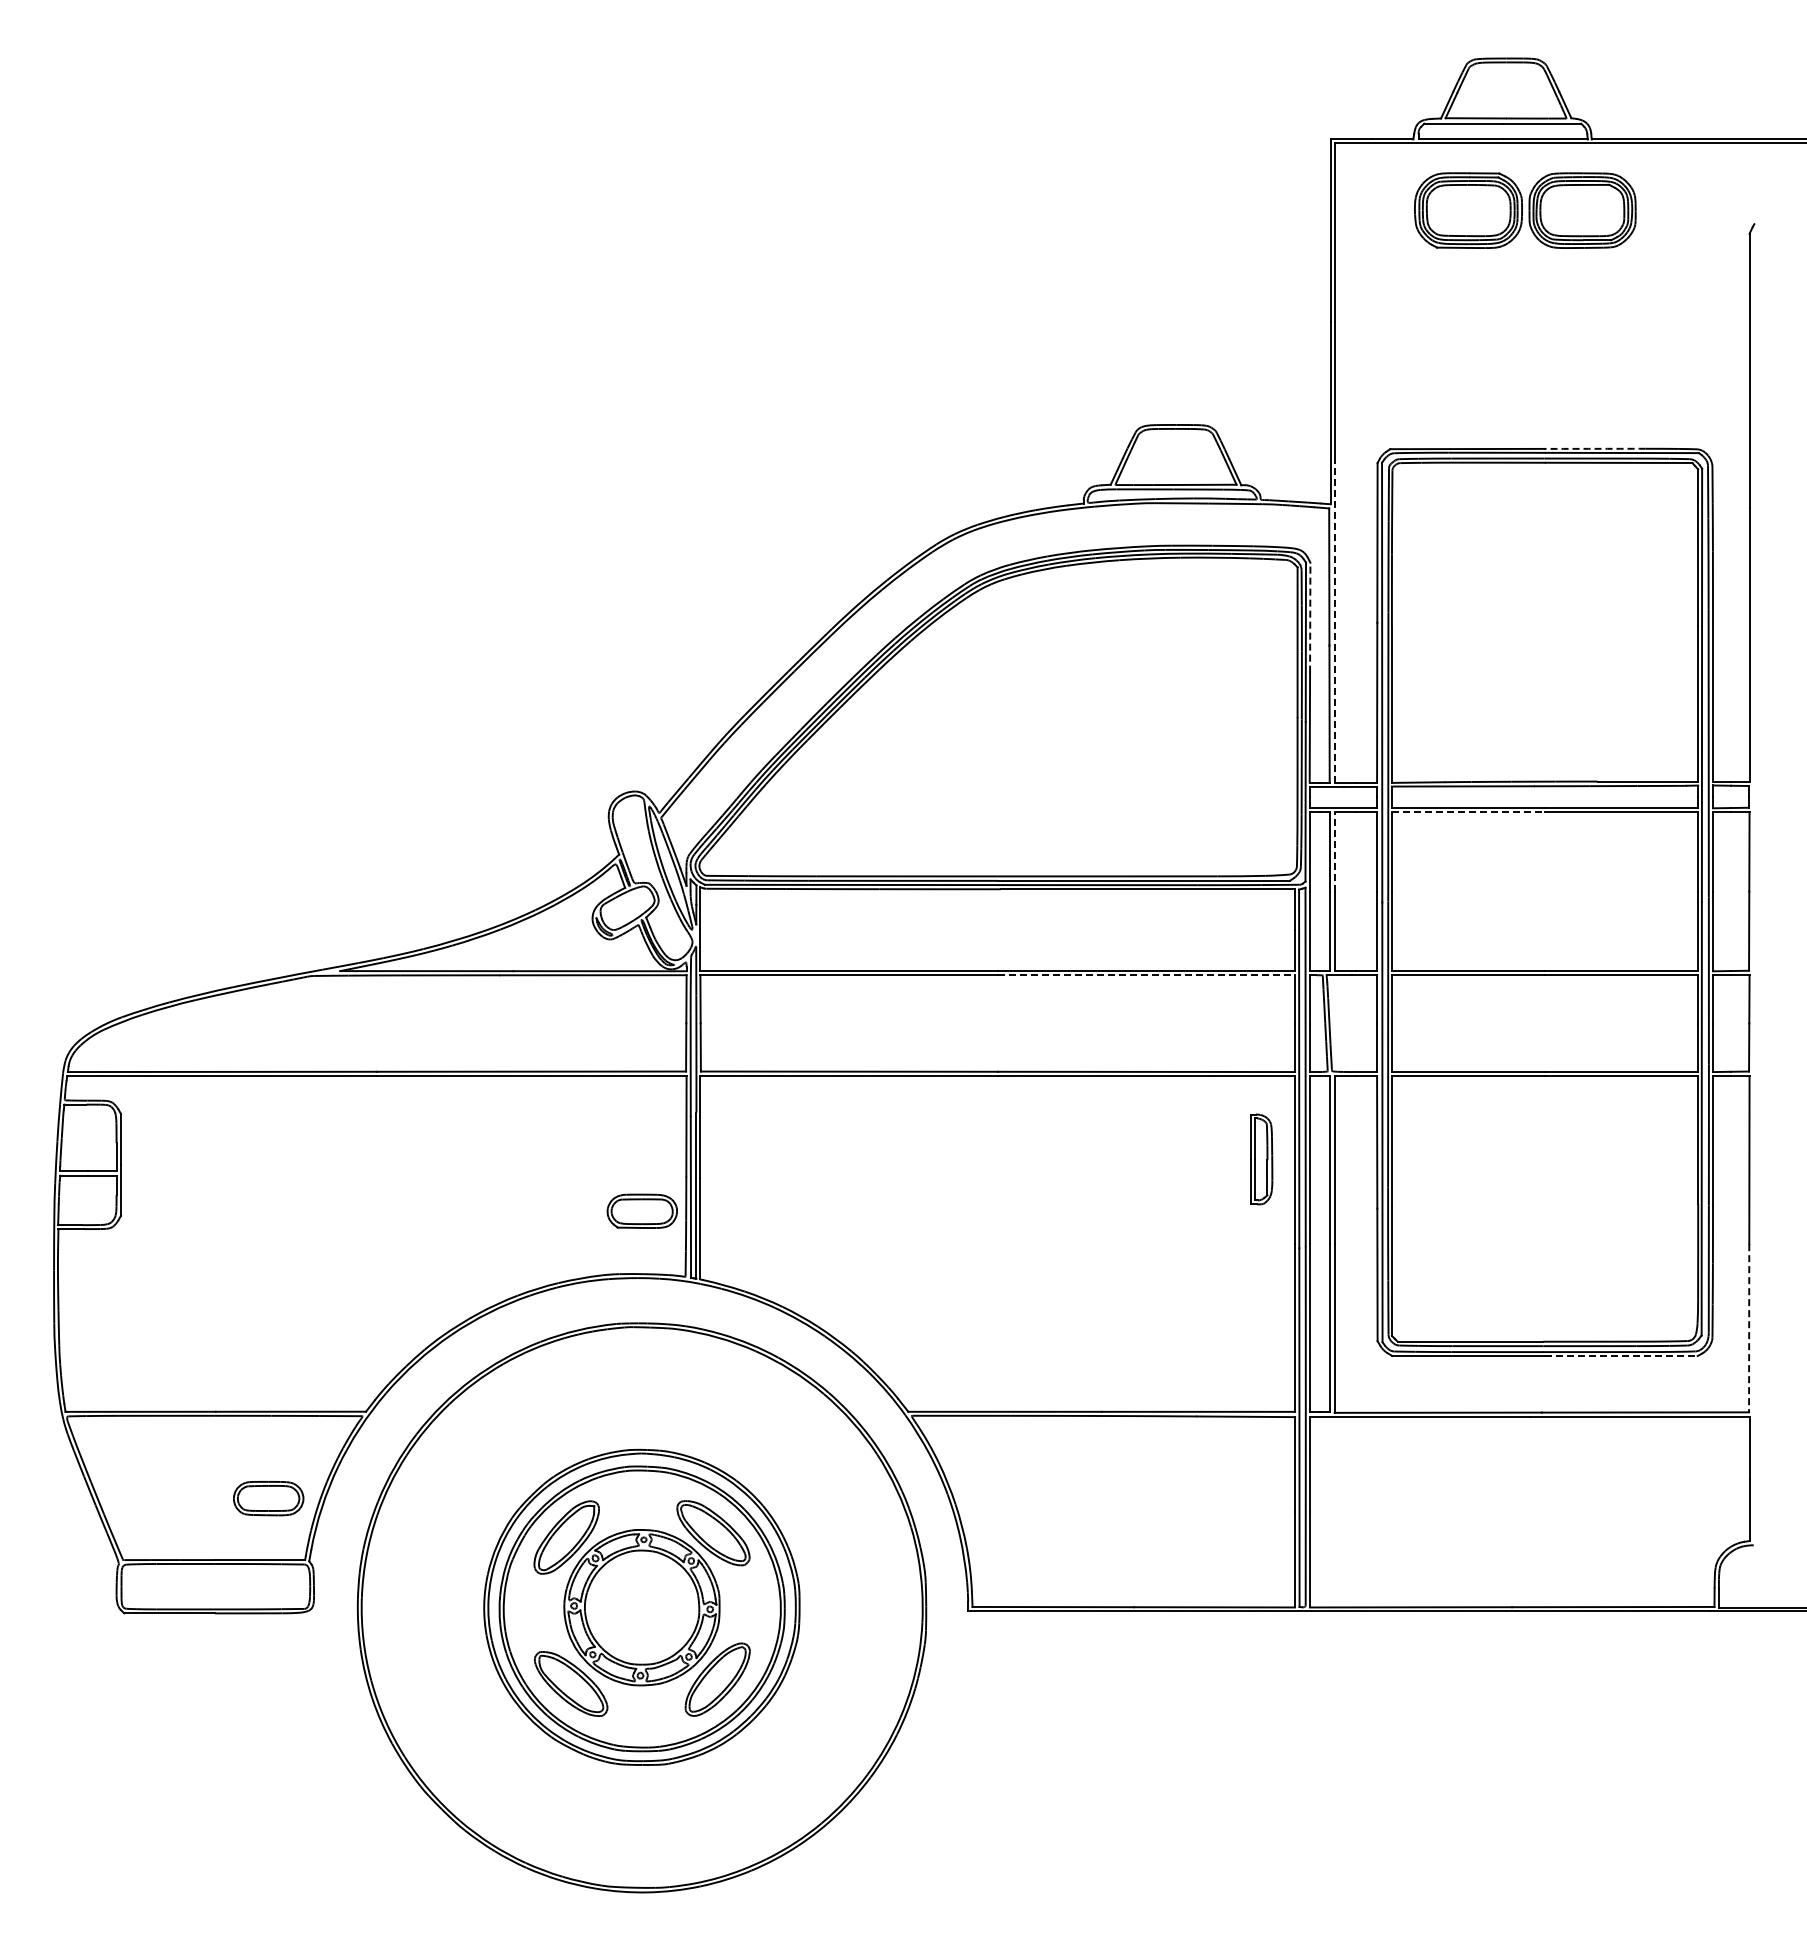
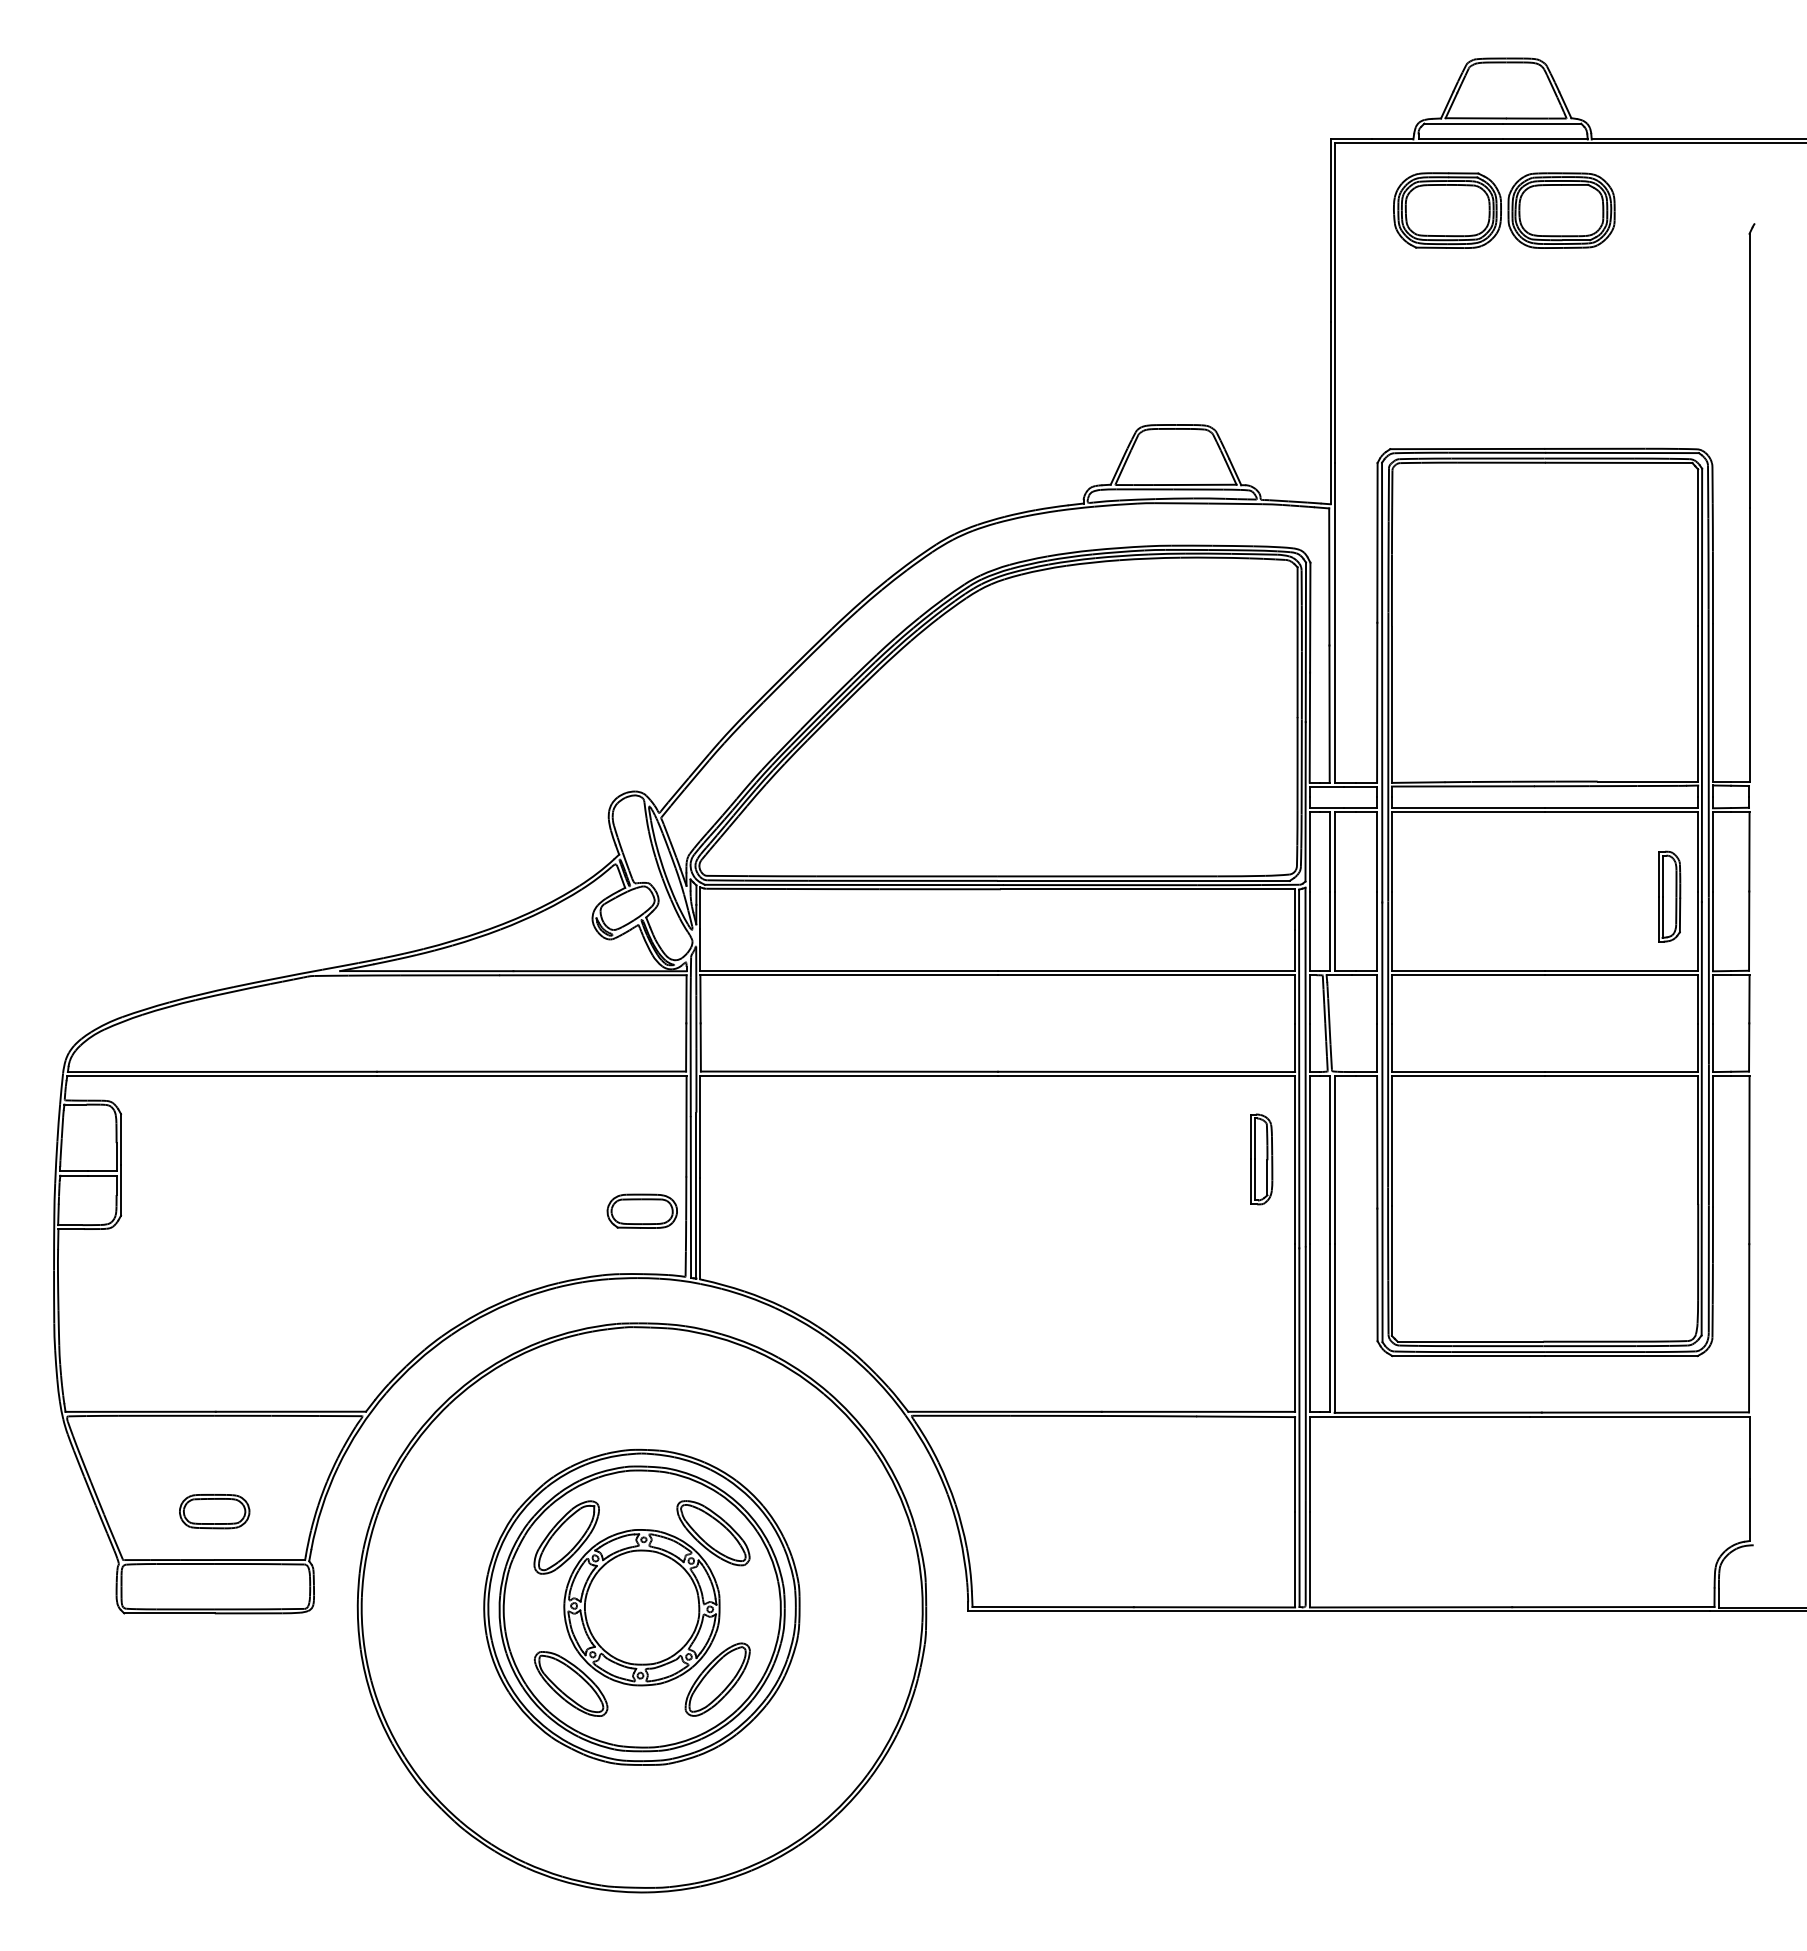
part at (1525, 210) position: (1525, 210) -> (1504, 210)
arc at (1594, 448): dashed -> solid
line at (1310, 617): dashed -> solid
line at (1334, 622): dashed -> solid
line at (1468, 812): dashed -> solid
line at (1334, 851): dashed -> solid
part at (1669, 896): none -> present
line at (1146, 975): dashed -> solid
line at (1749, 1328): dashed -> solid
line at (1621, 1356): dashed -> solid
part at (268, 1498) position: (268, 1498) -> (214, 1511)
